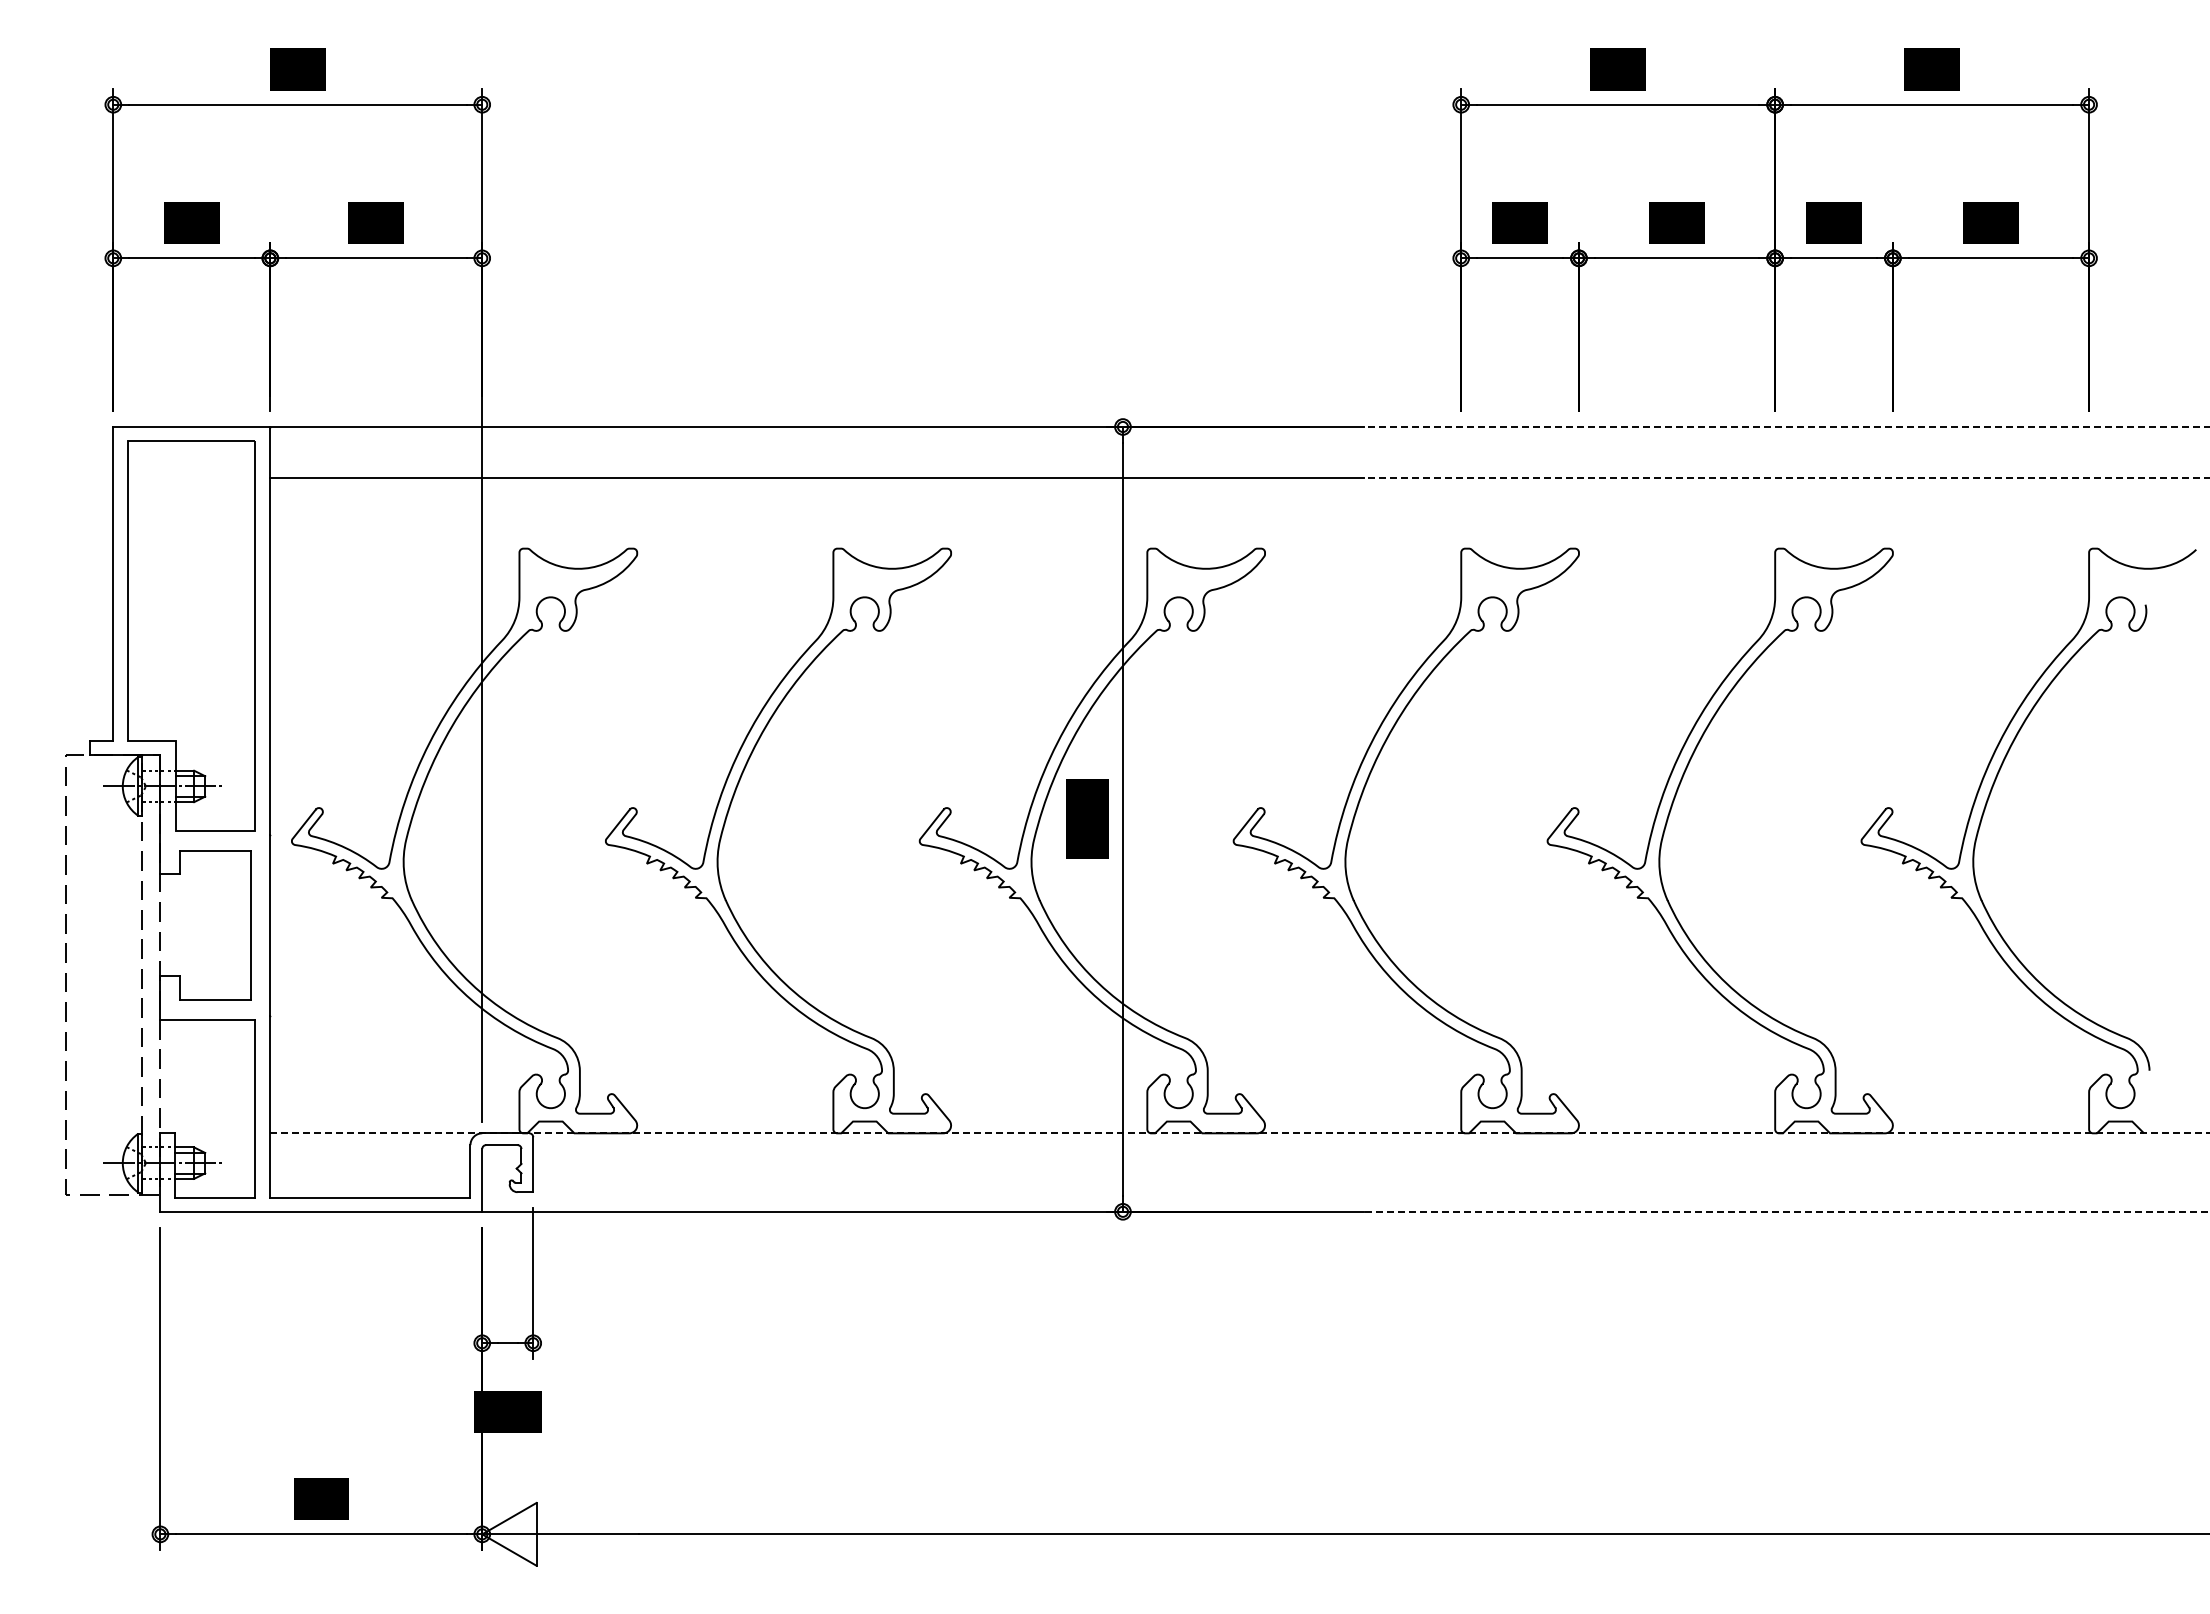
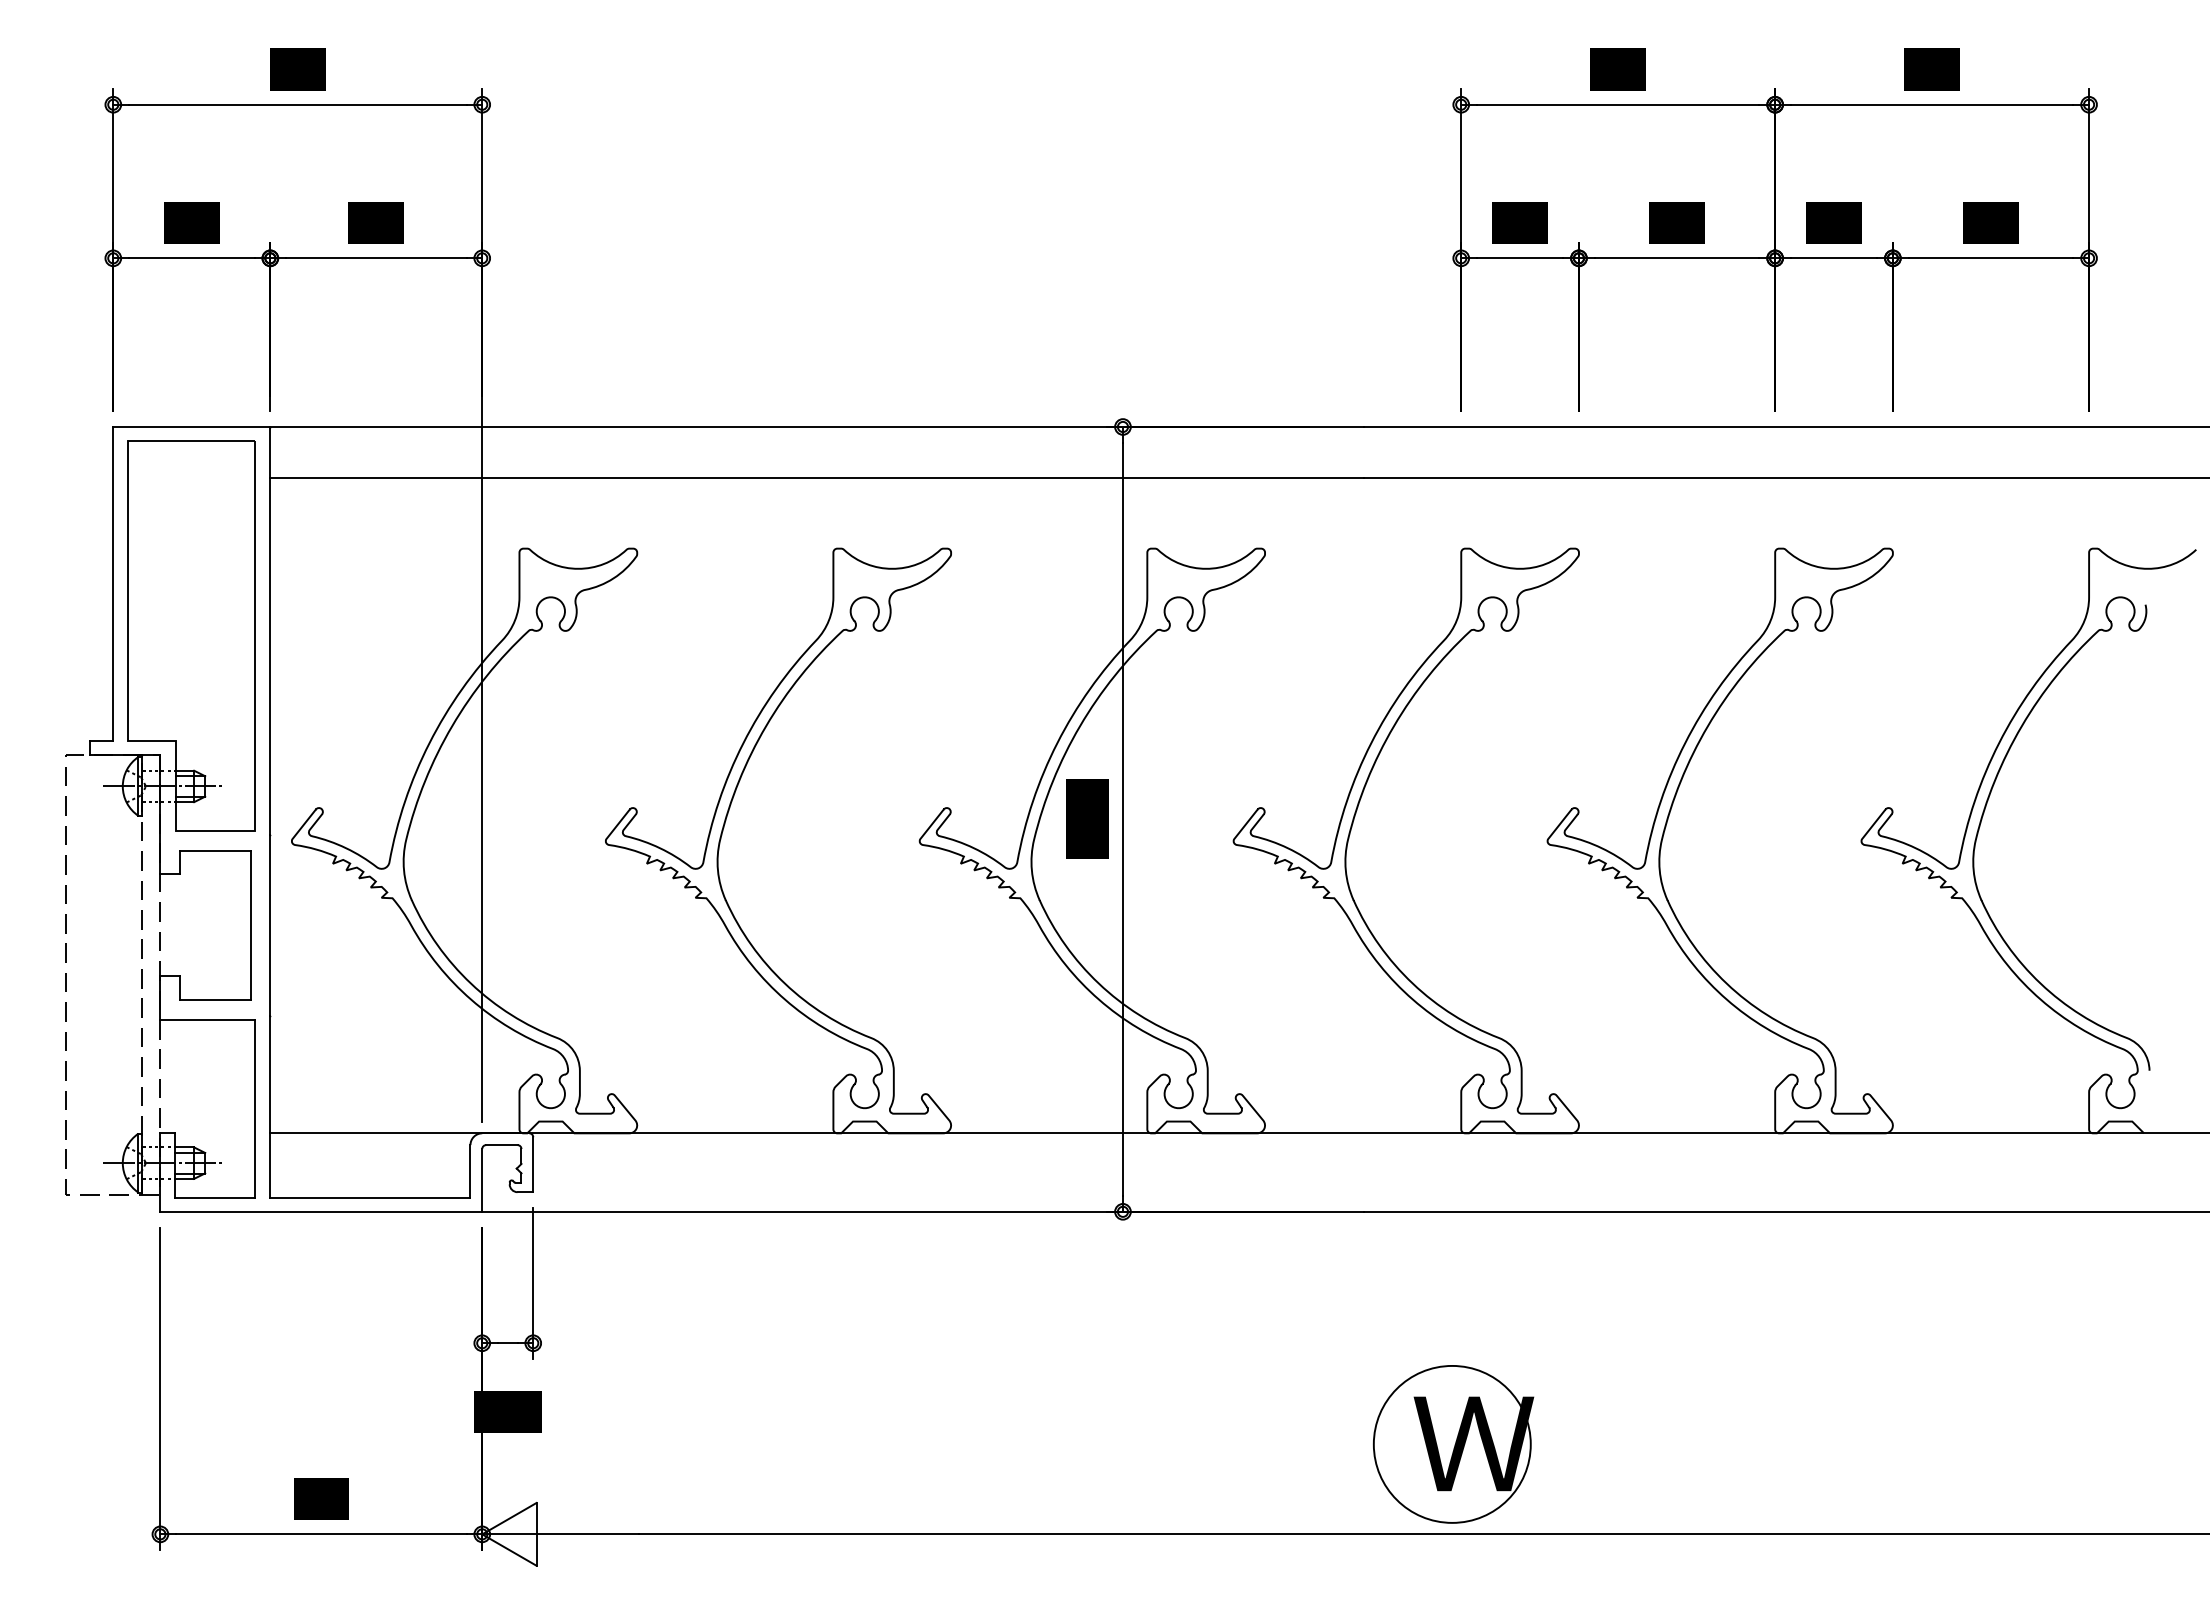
line at (1786, 427): dashed -> solid
line at (1786, 478): dashed -> solid
line at (1240, 1133): dashed -> solid
line at (1786, 1211): dashed -> solid
part at (1453, 1444): none -> present
